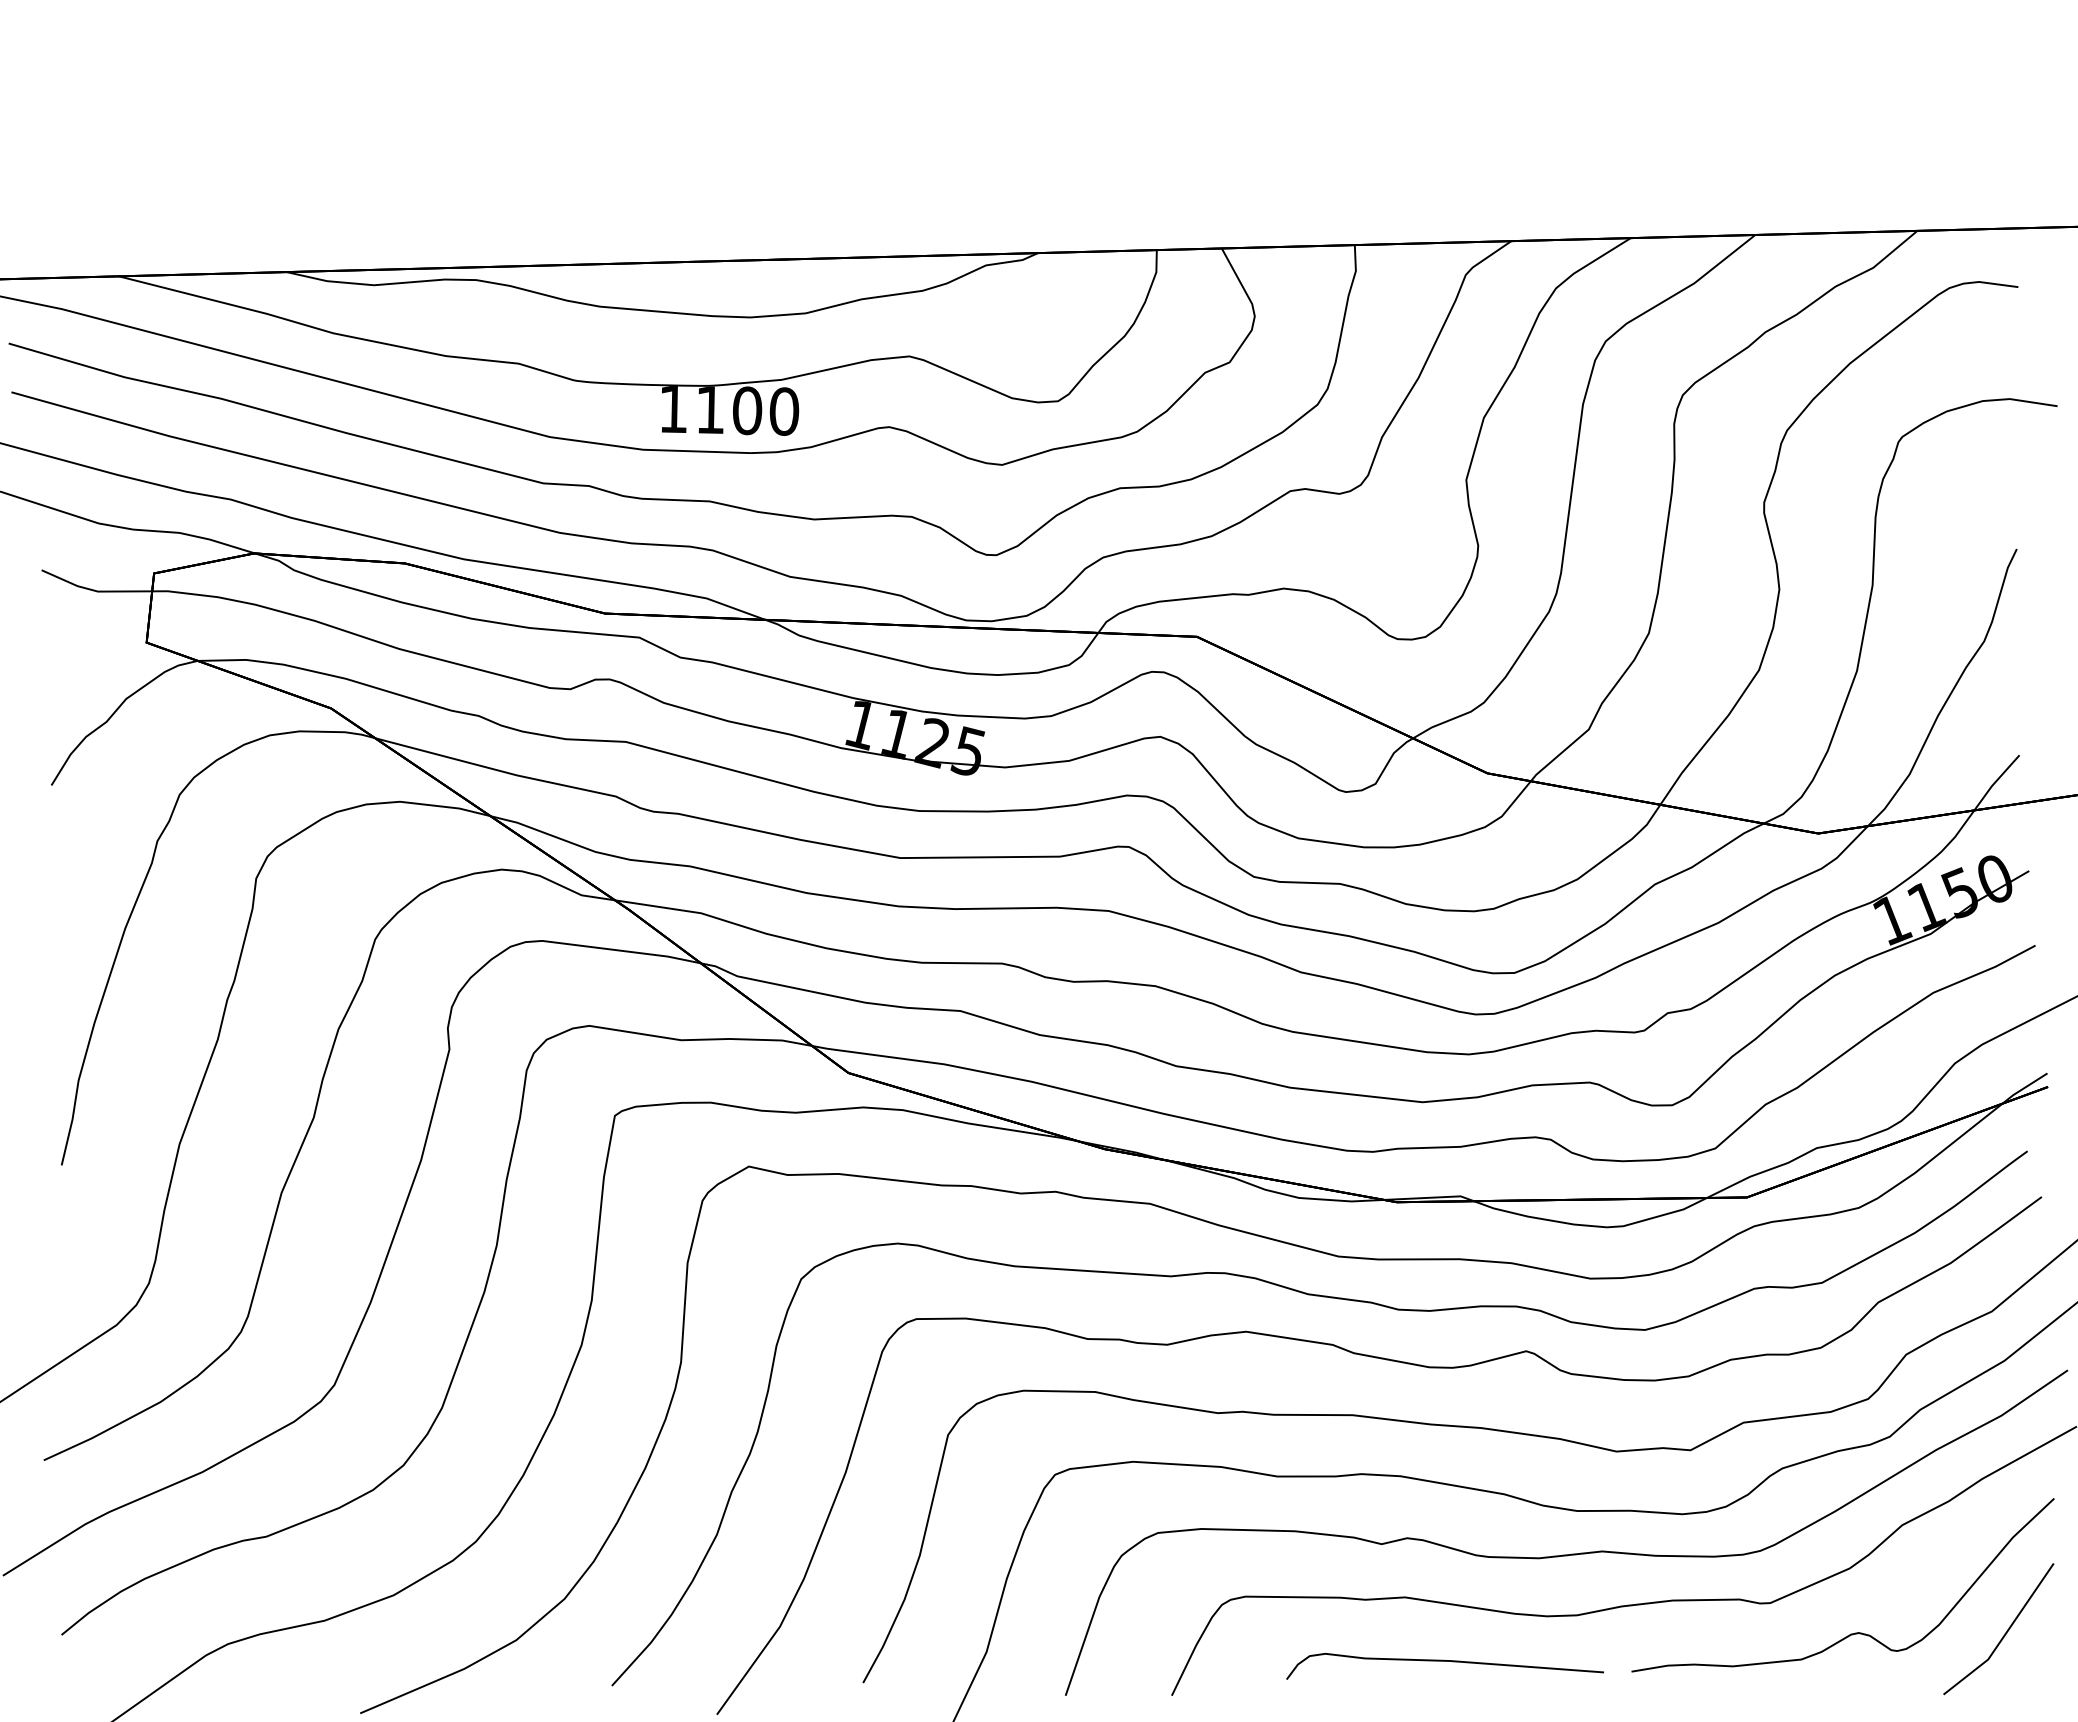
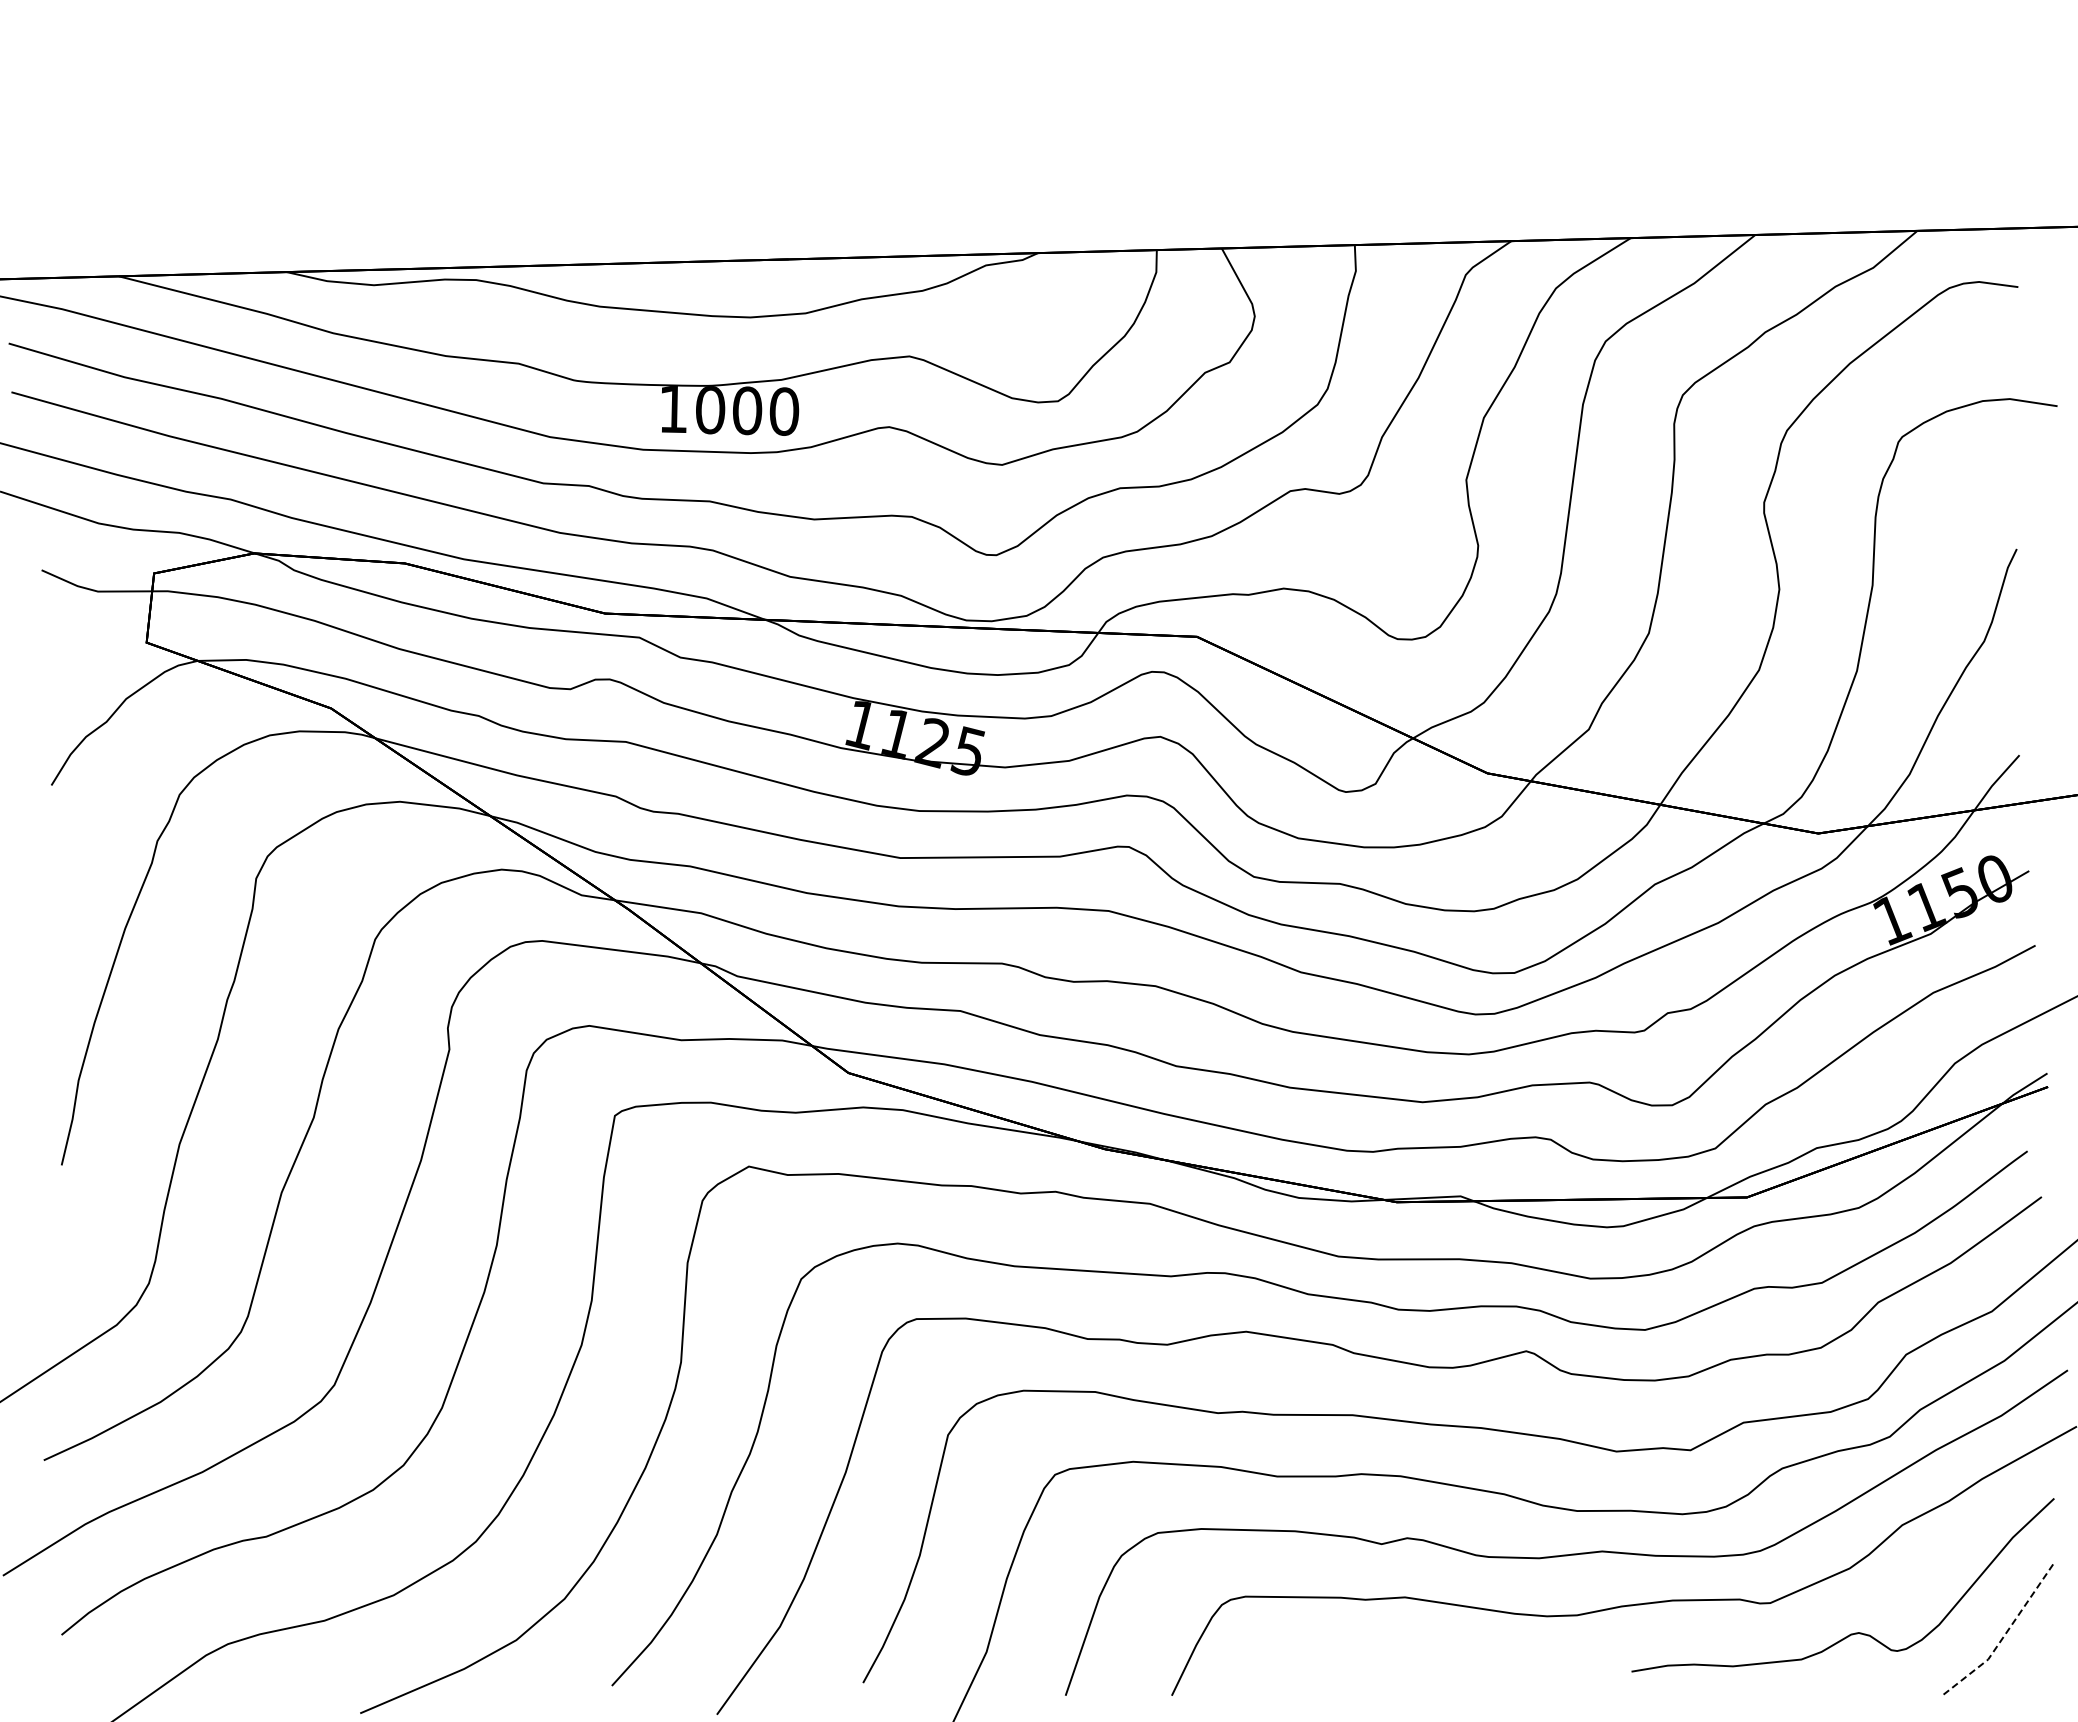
text at (710, 410): 1100 -> 1000
line at (2004, 1634): solid -> dashed
curve at (1444, 1661): present -> none
